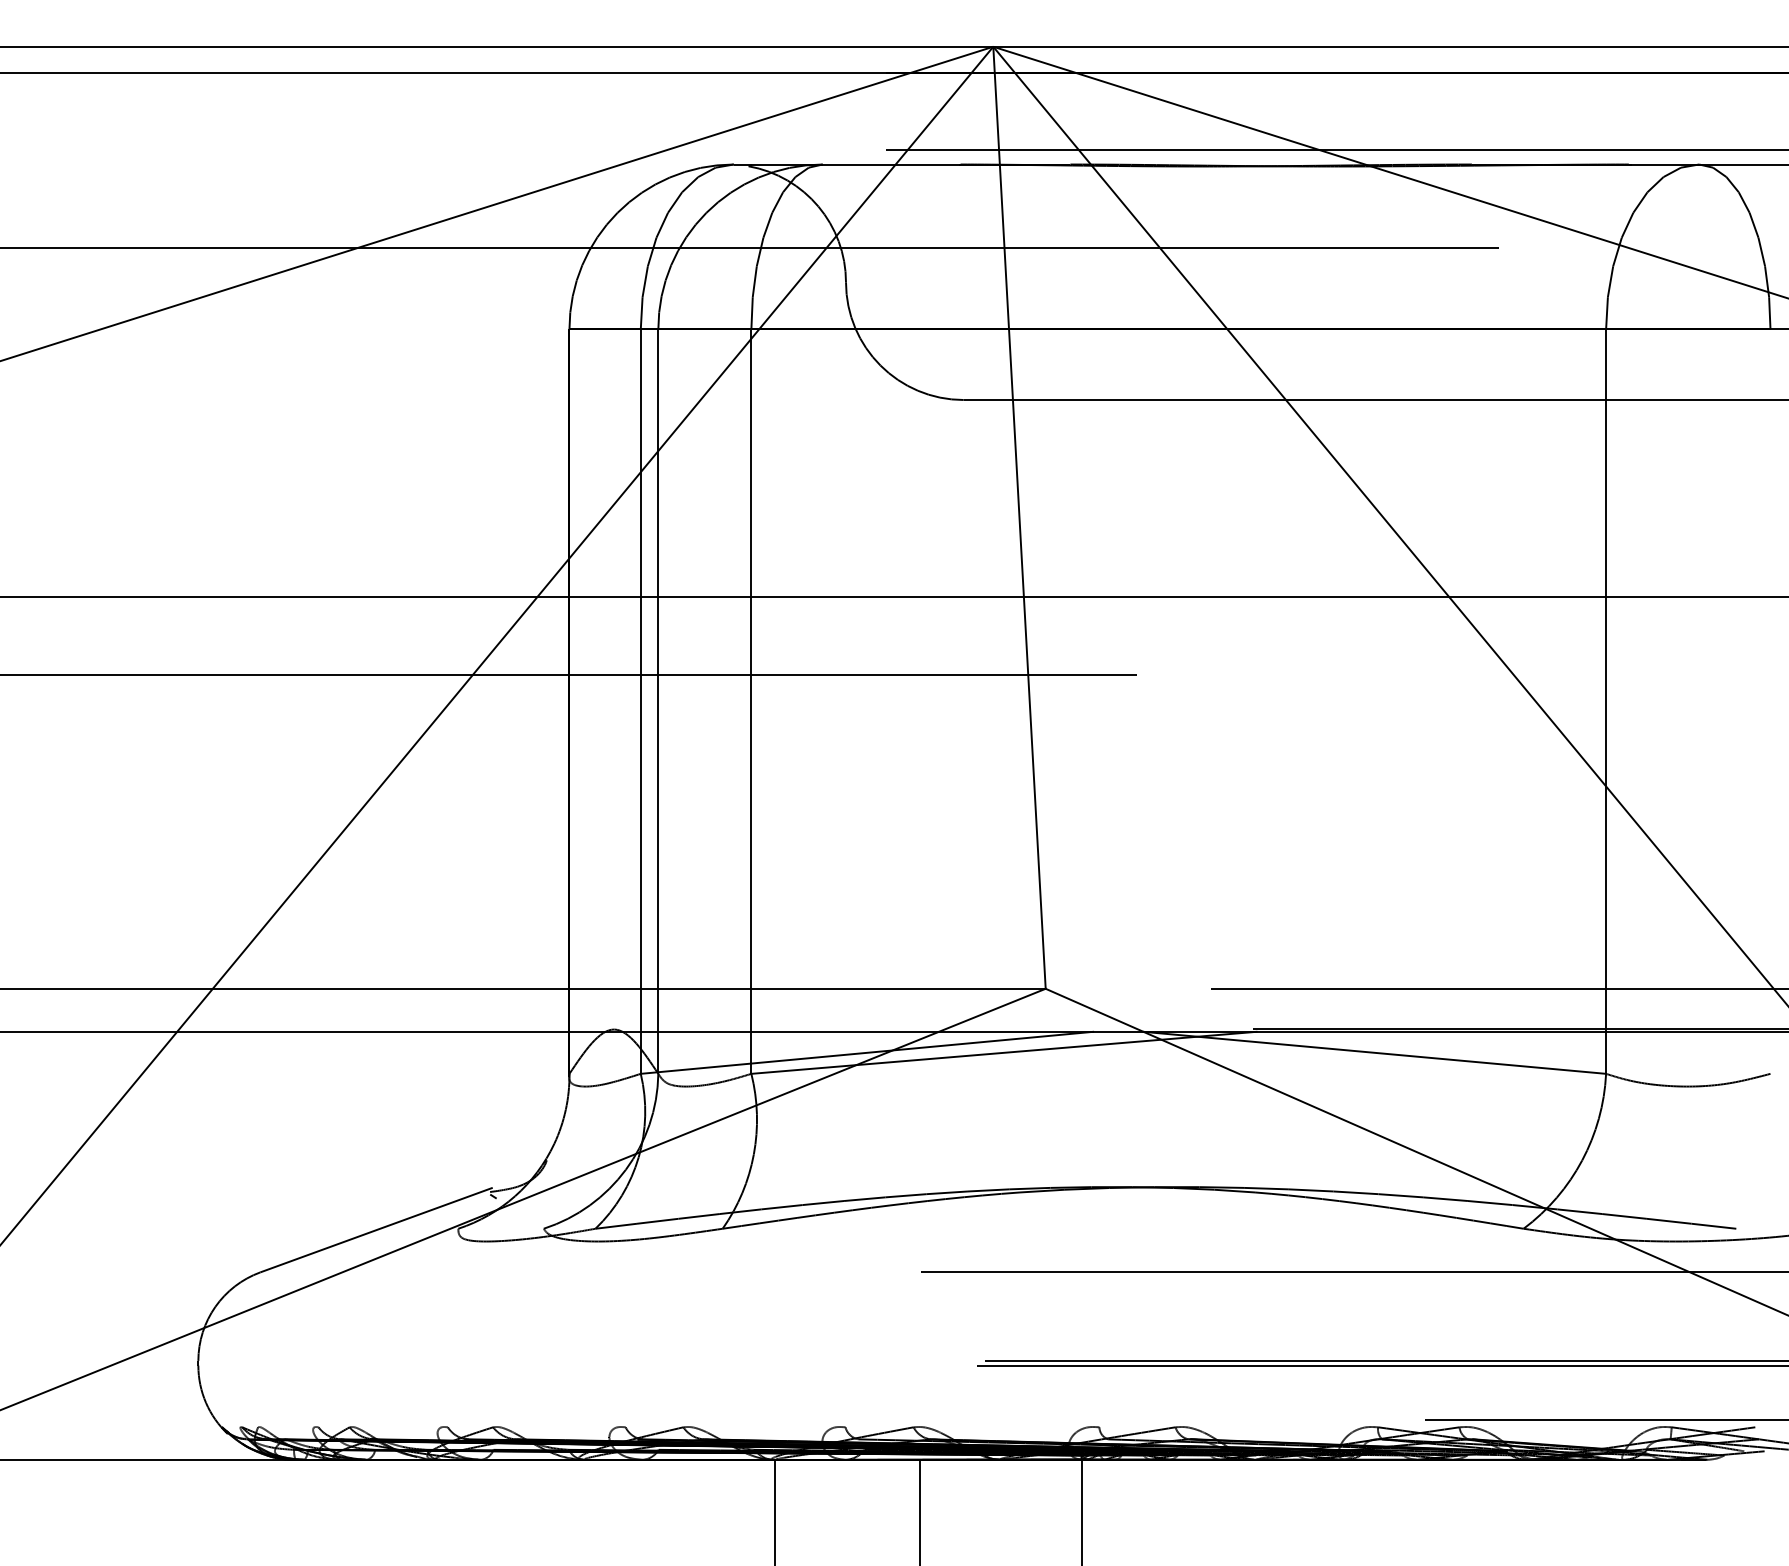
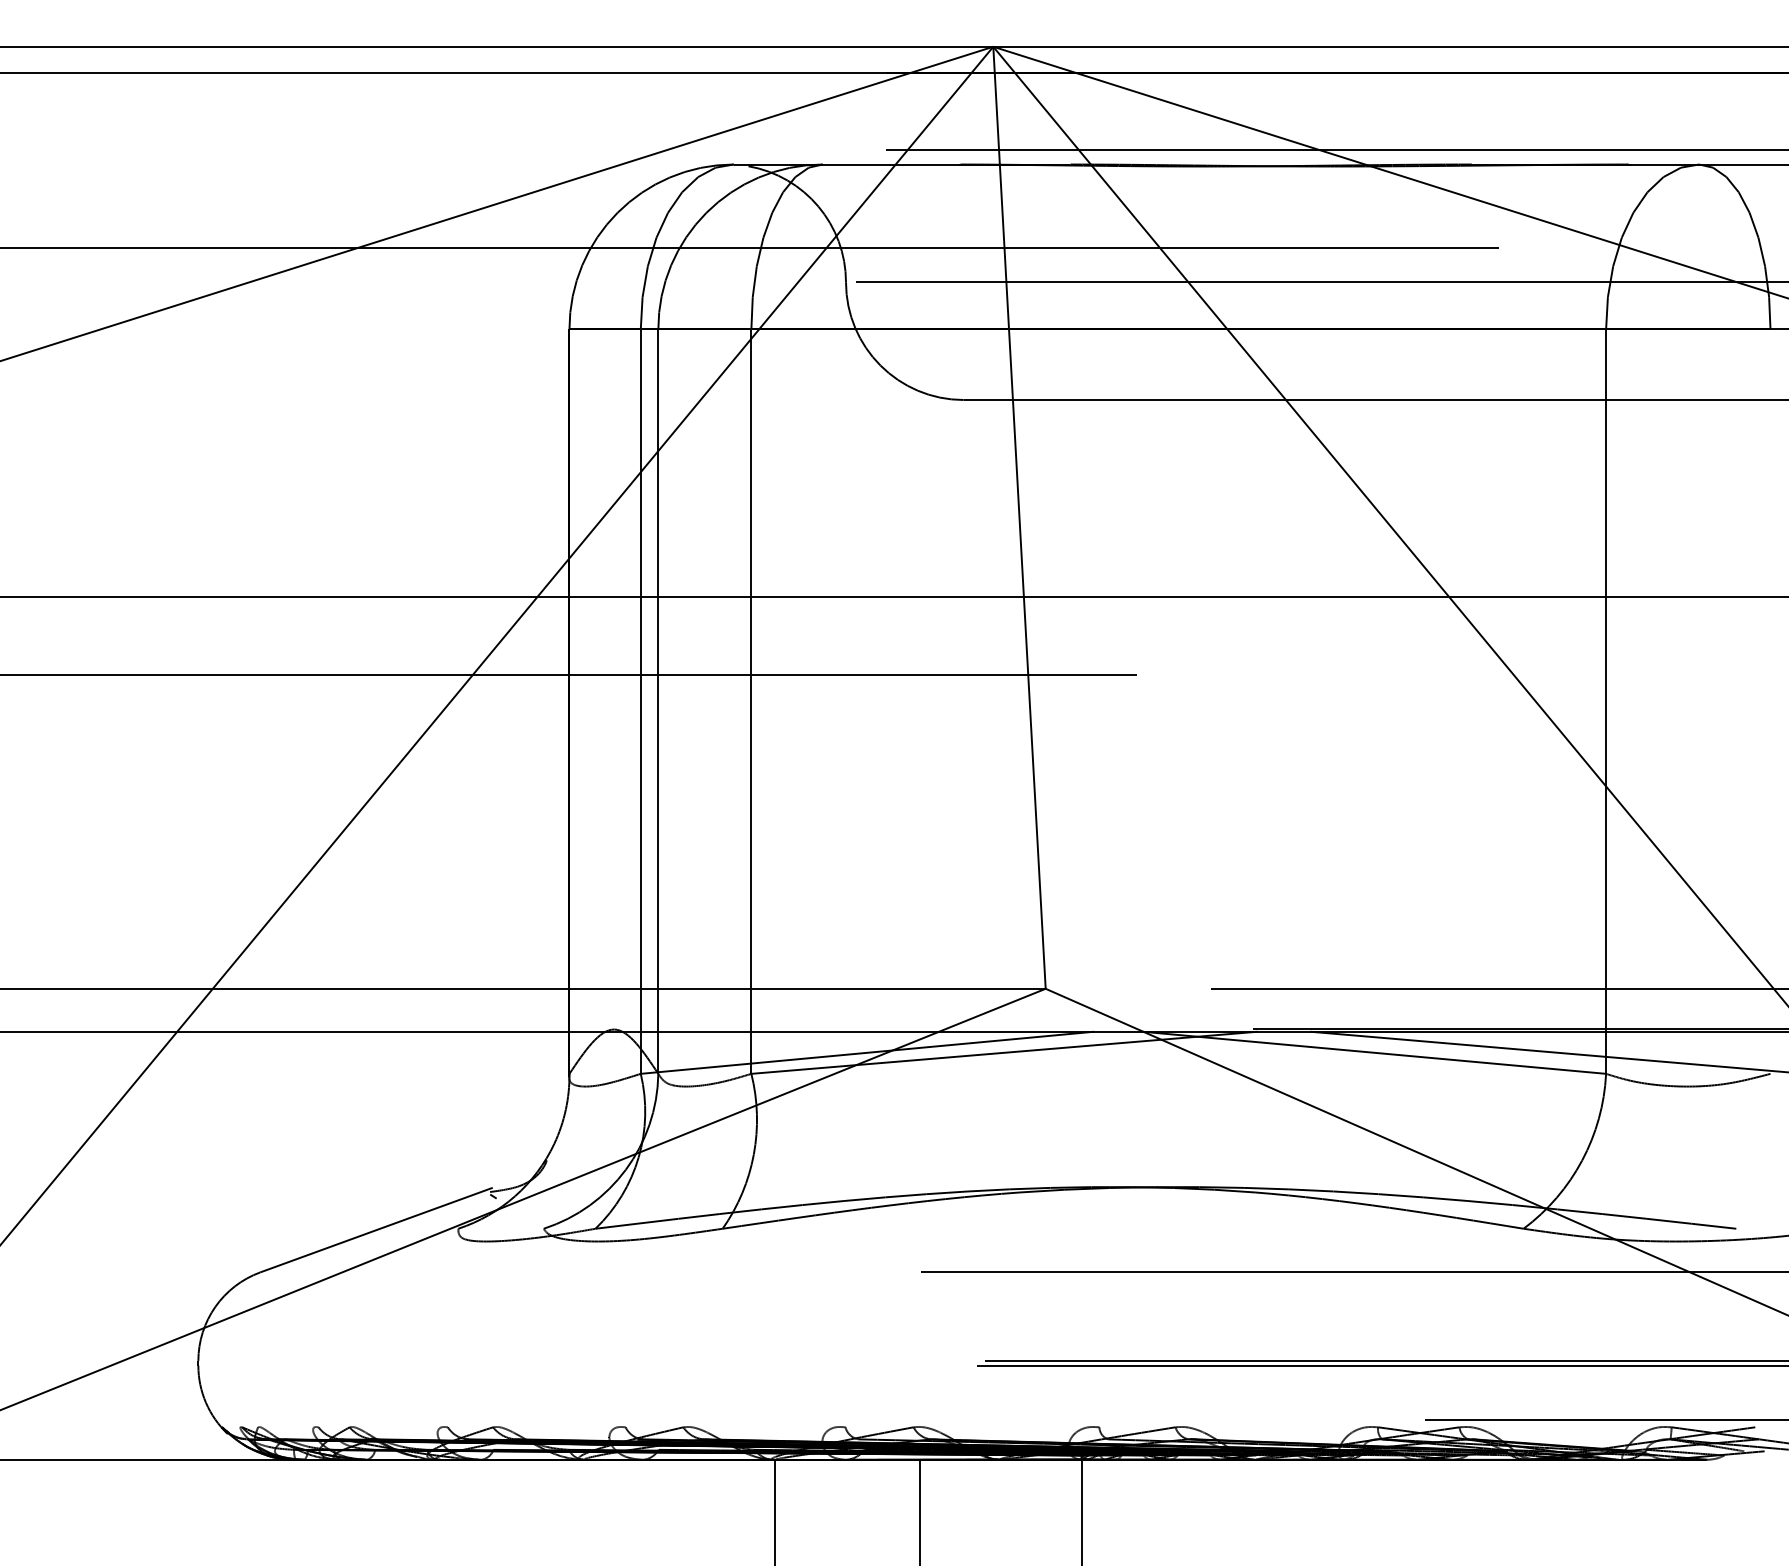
line at (1320, 282): none -> present
line at (1547, 1051): none -> present
